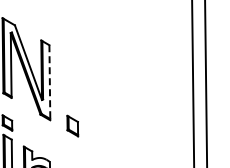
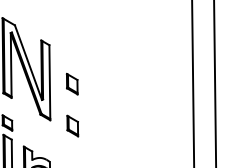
line at (49, 82): dashed -> solid
part at (71, 83): none -> present
line at (206, 83) position: (206, 83) -> (215, 83)
